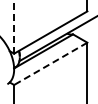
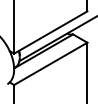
line at (14, 26): dashed -> solid
line at (50, 64): dashed -> solid
